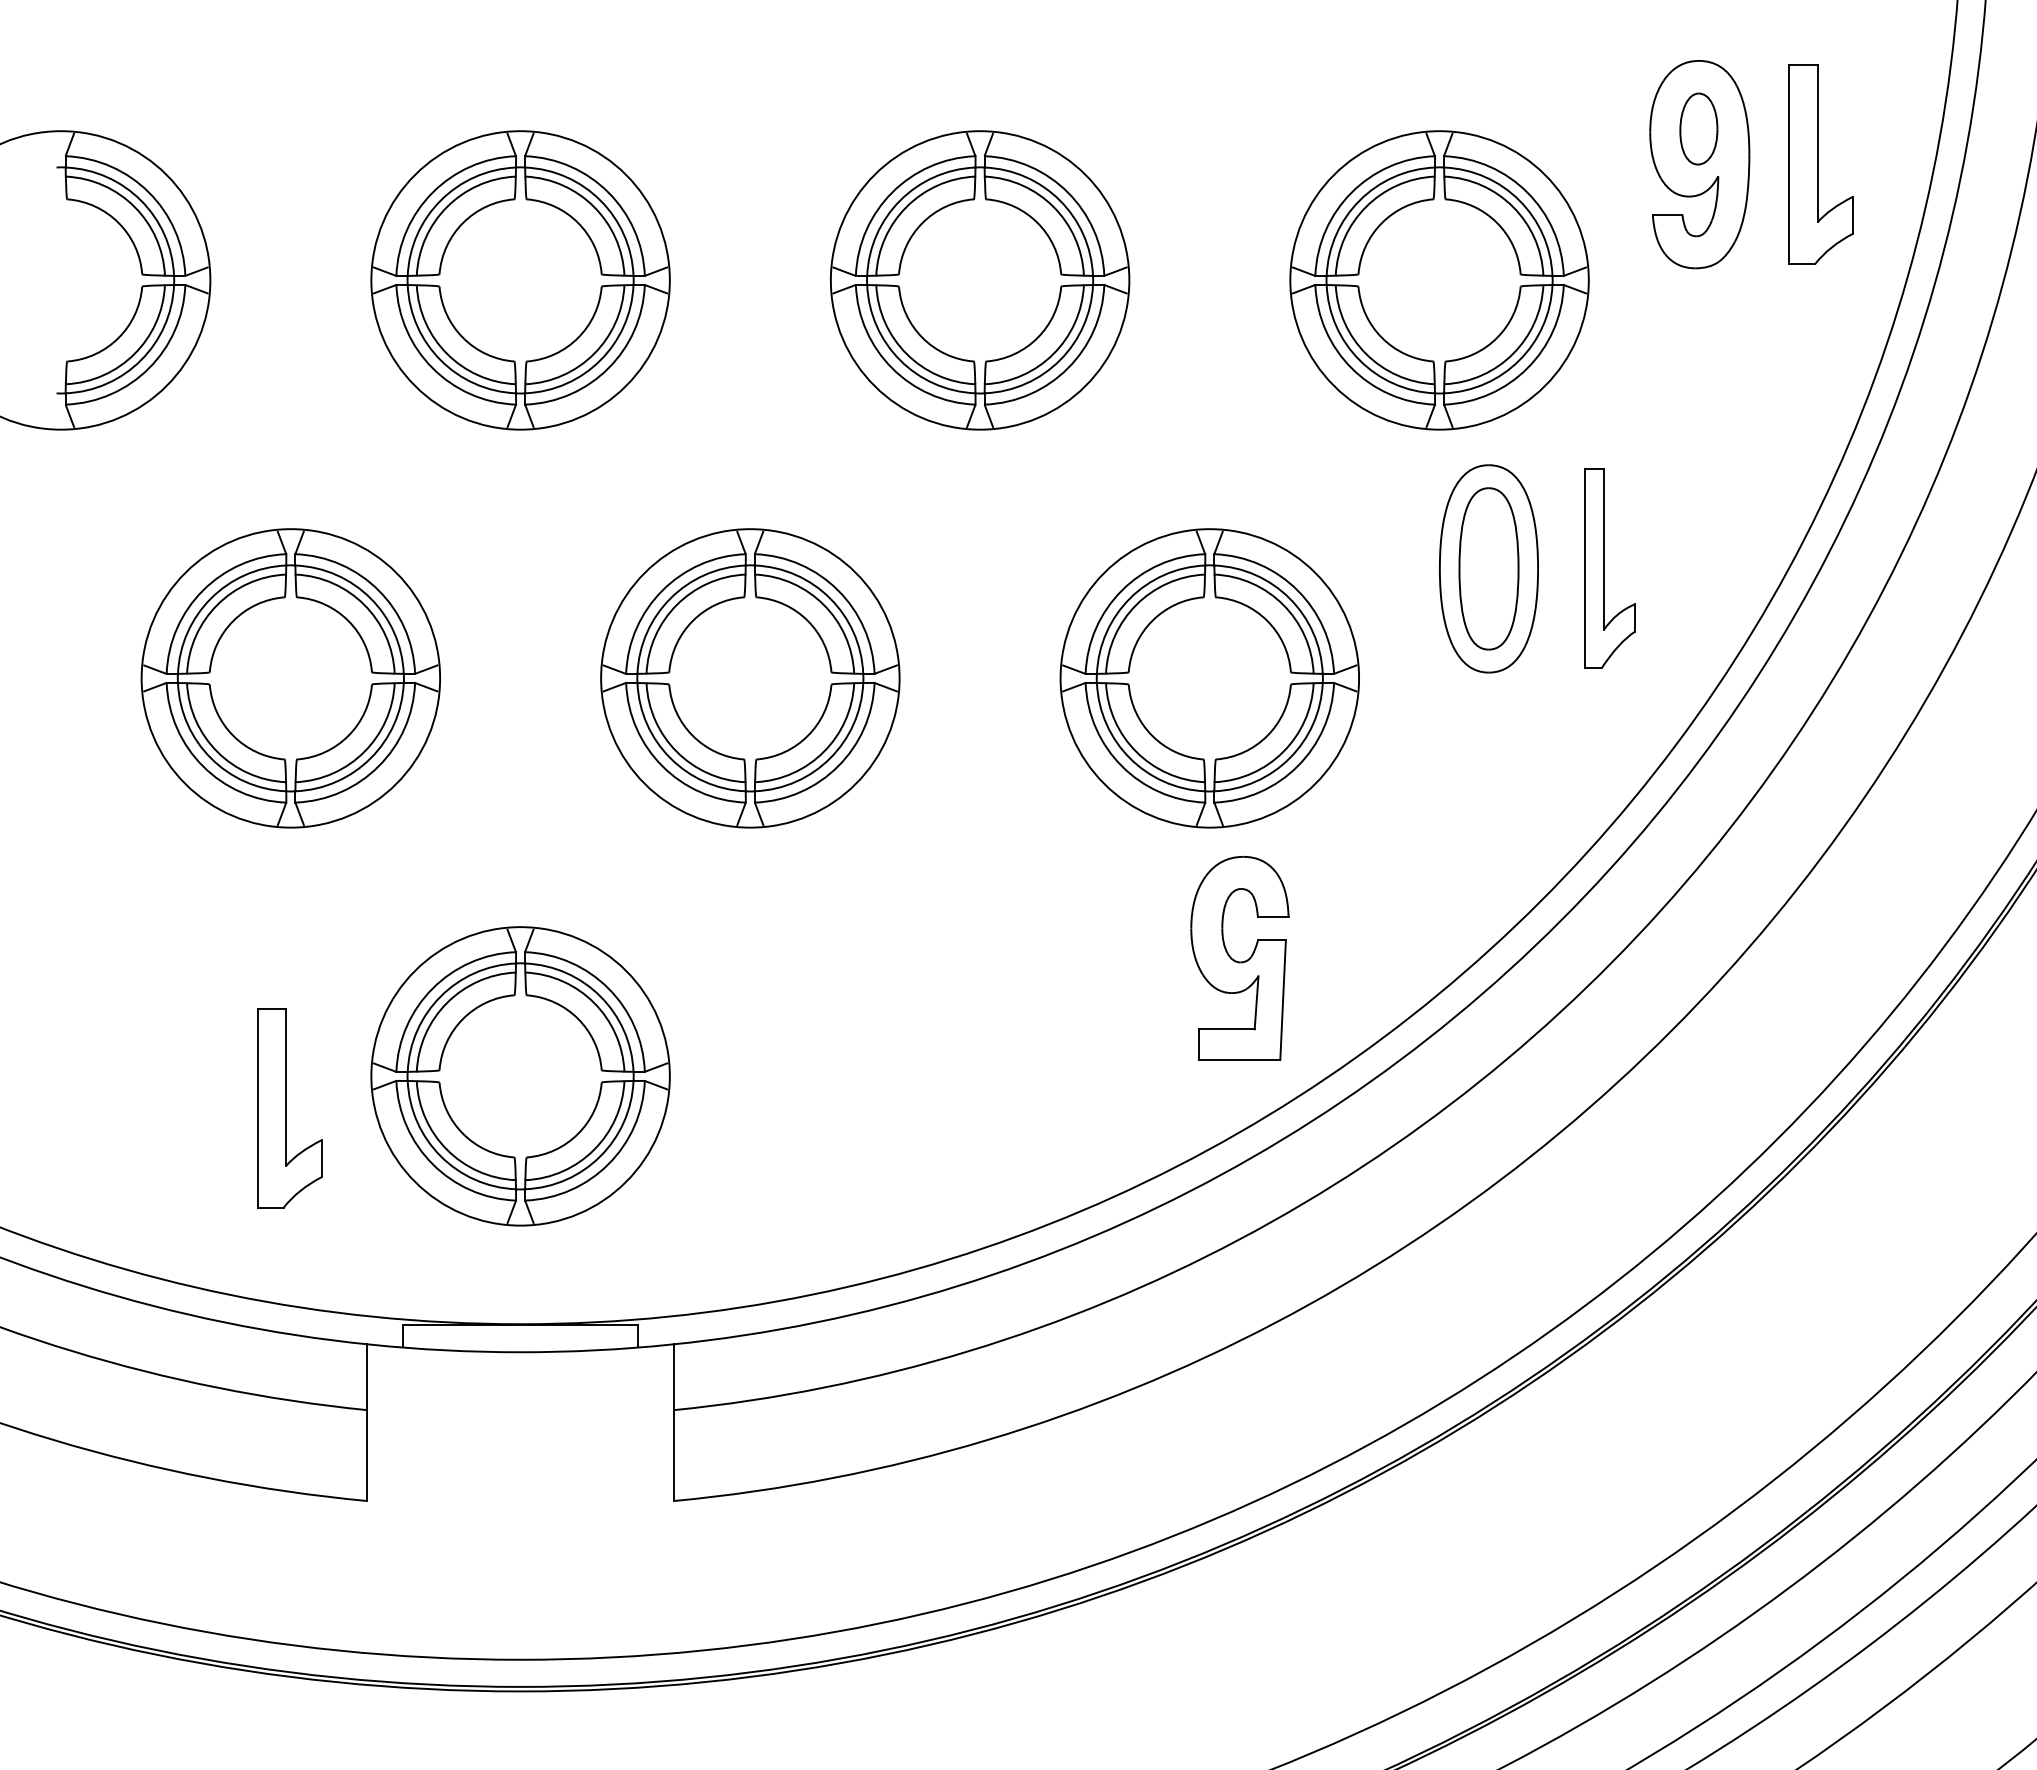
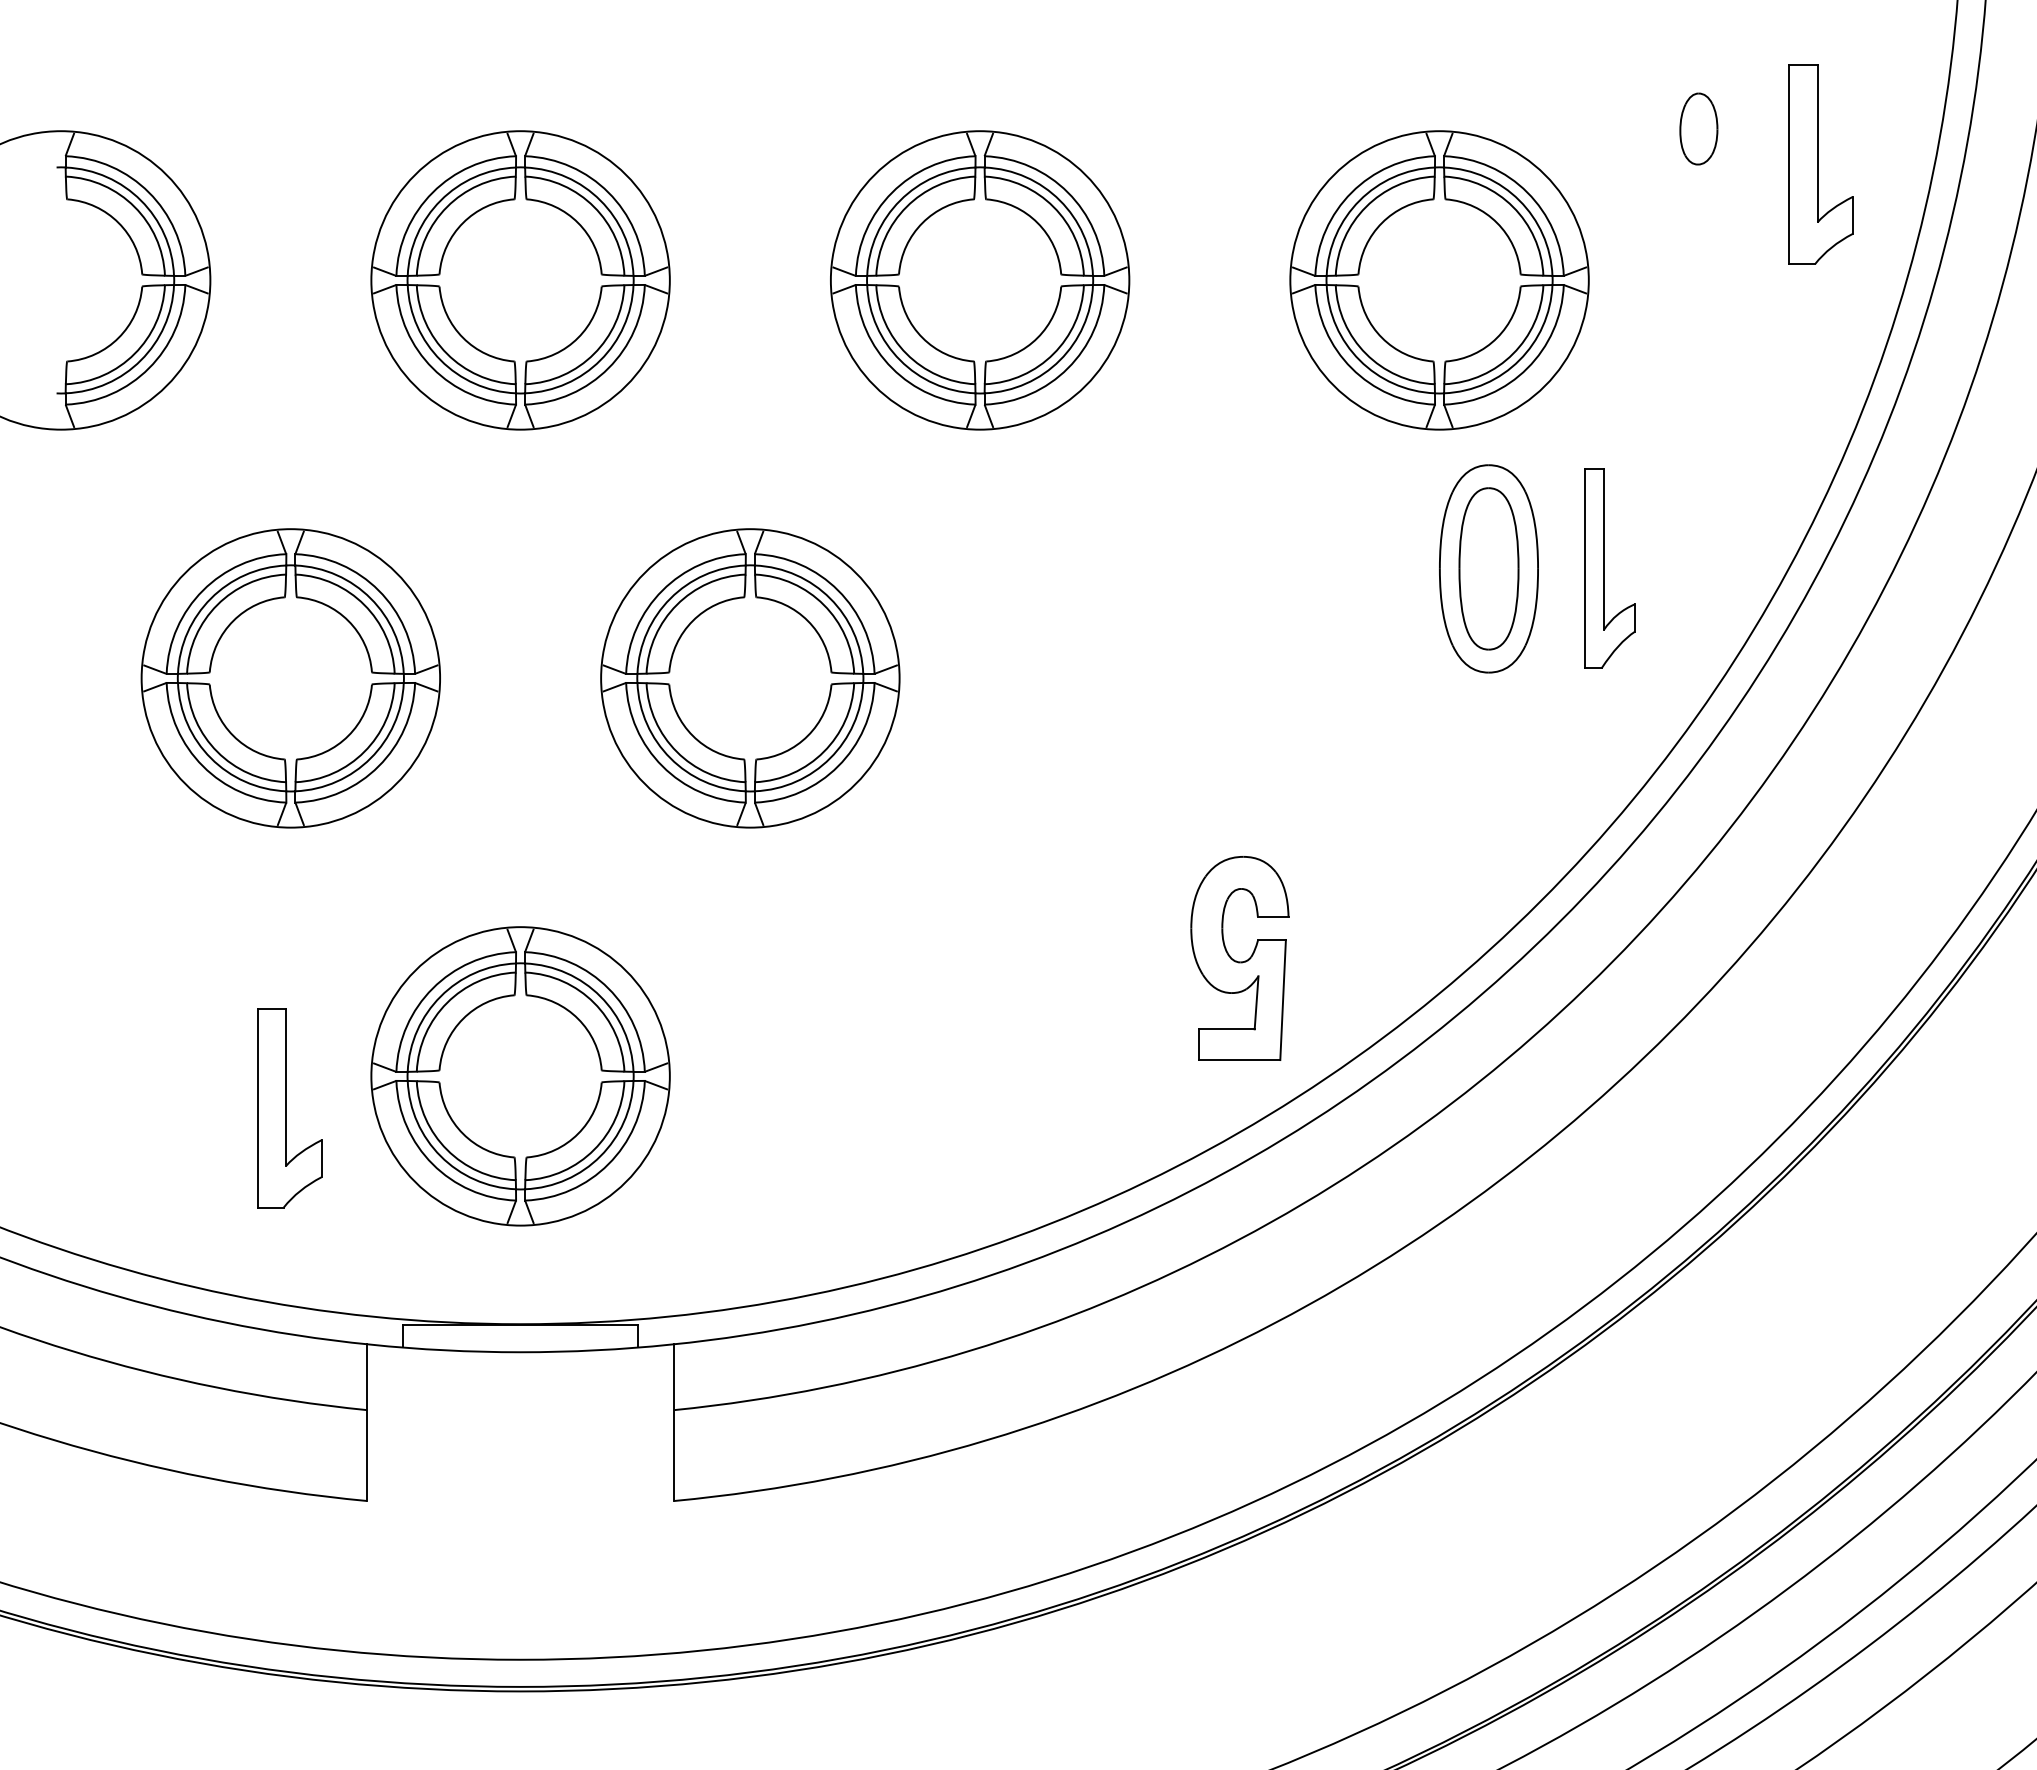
part at (1699, 164): present -> none
part at (1209, 678): present -> none
